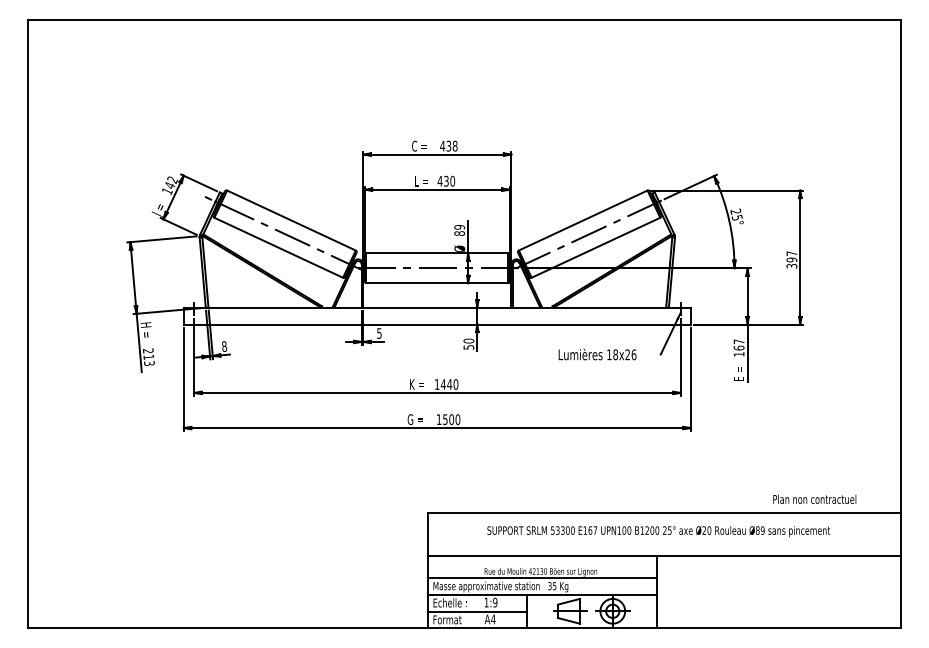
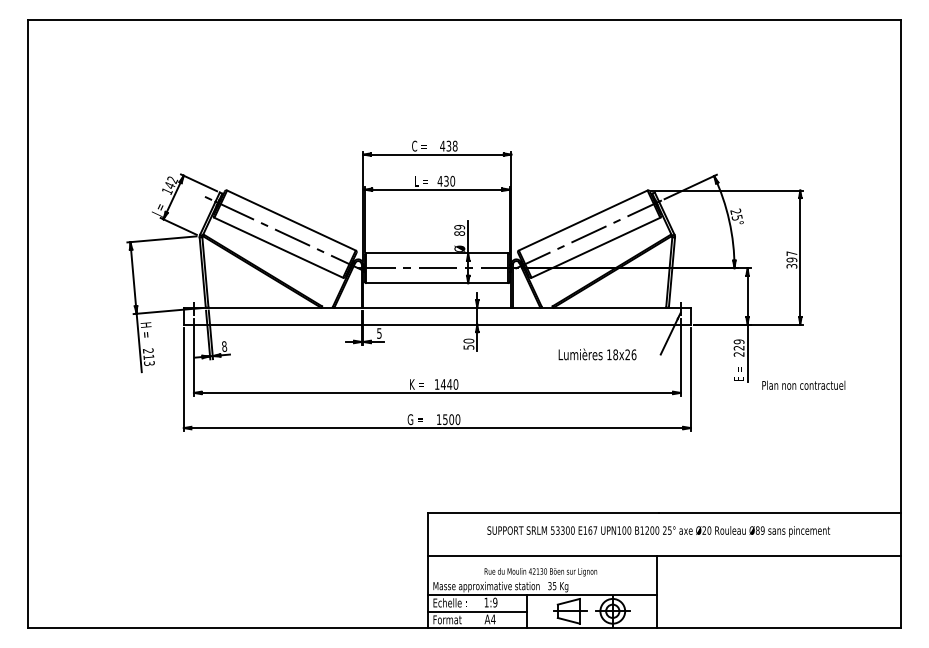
text at (738, 347): 167 -> 229
text at (814, 498) position: (814, 498) -> (803, 384)
line at (541, 578): present -> none
